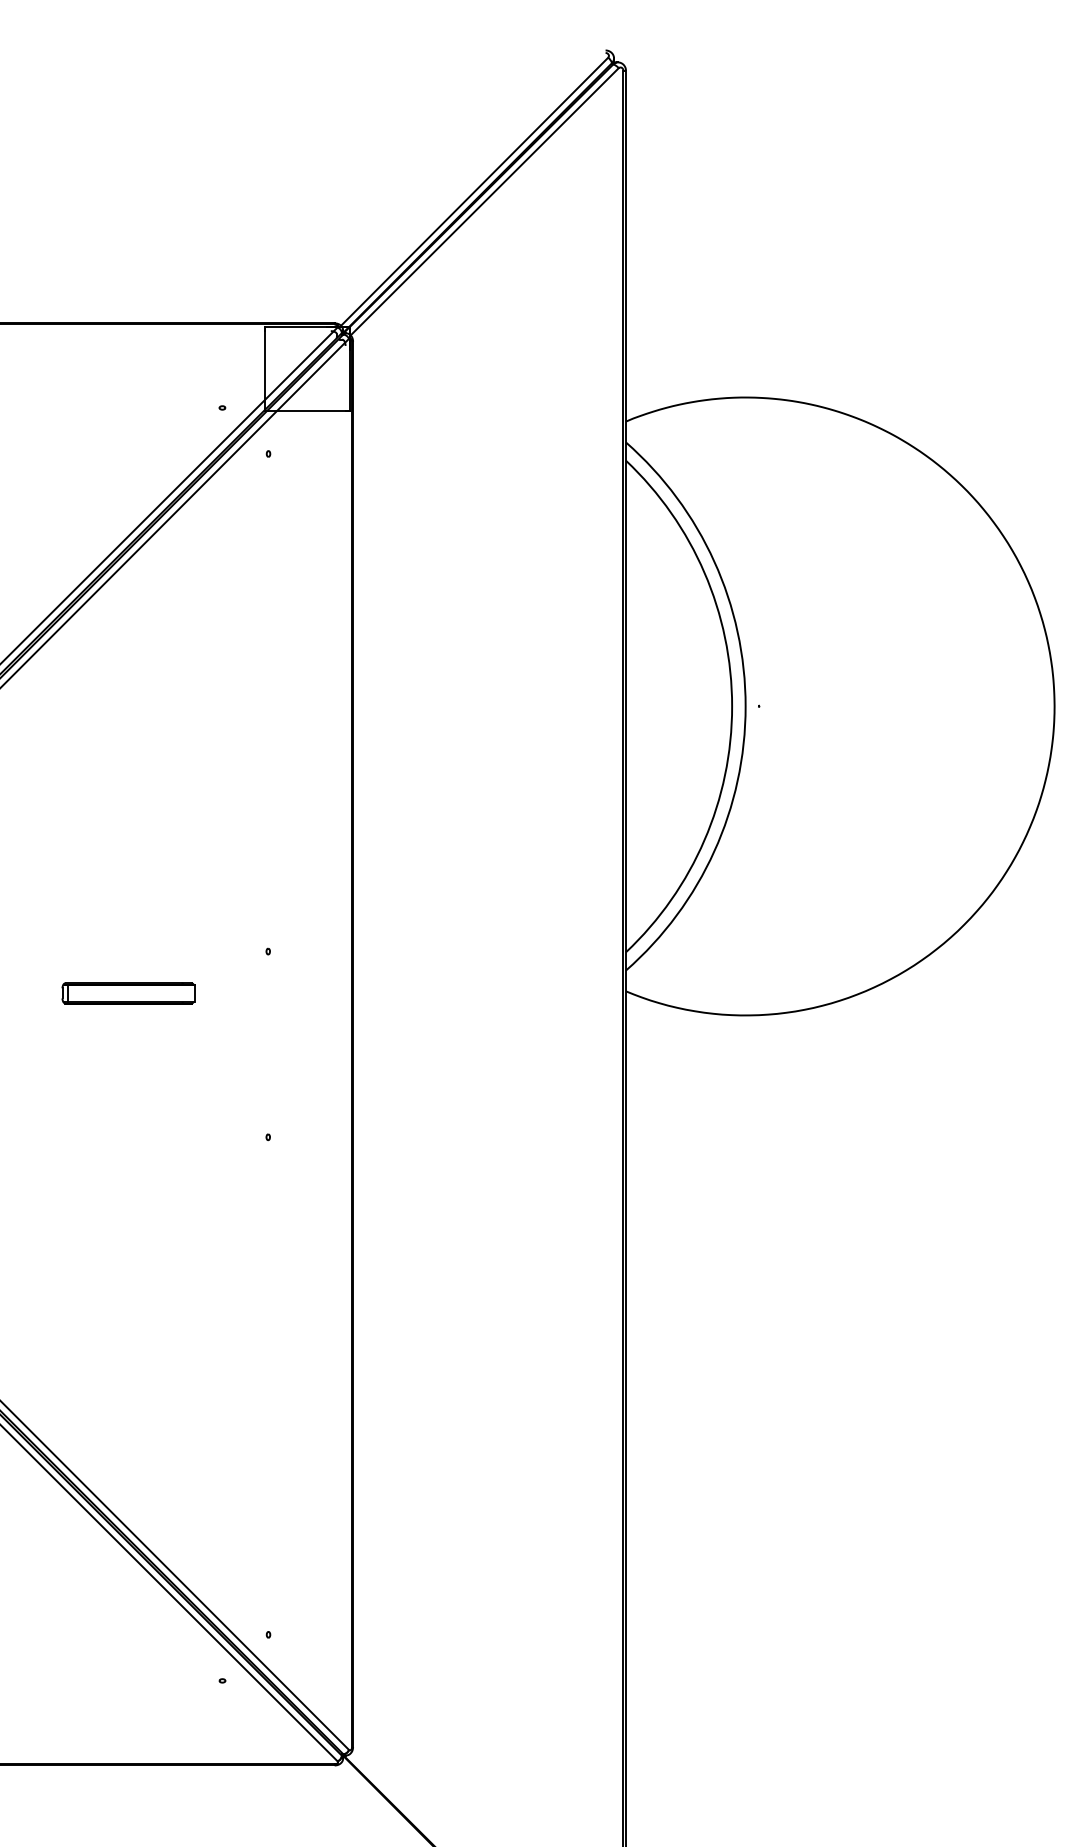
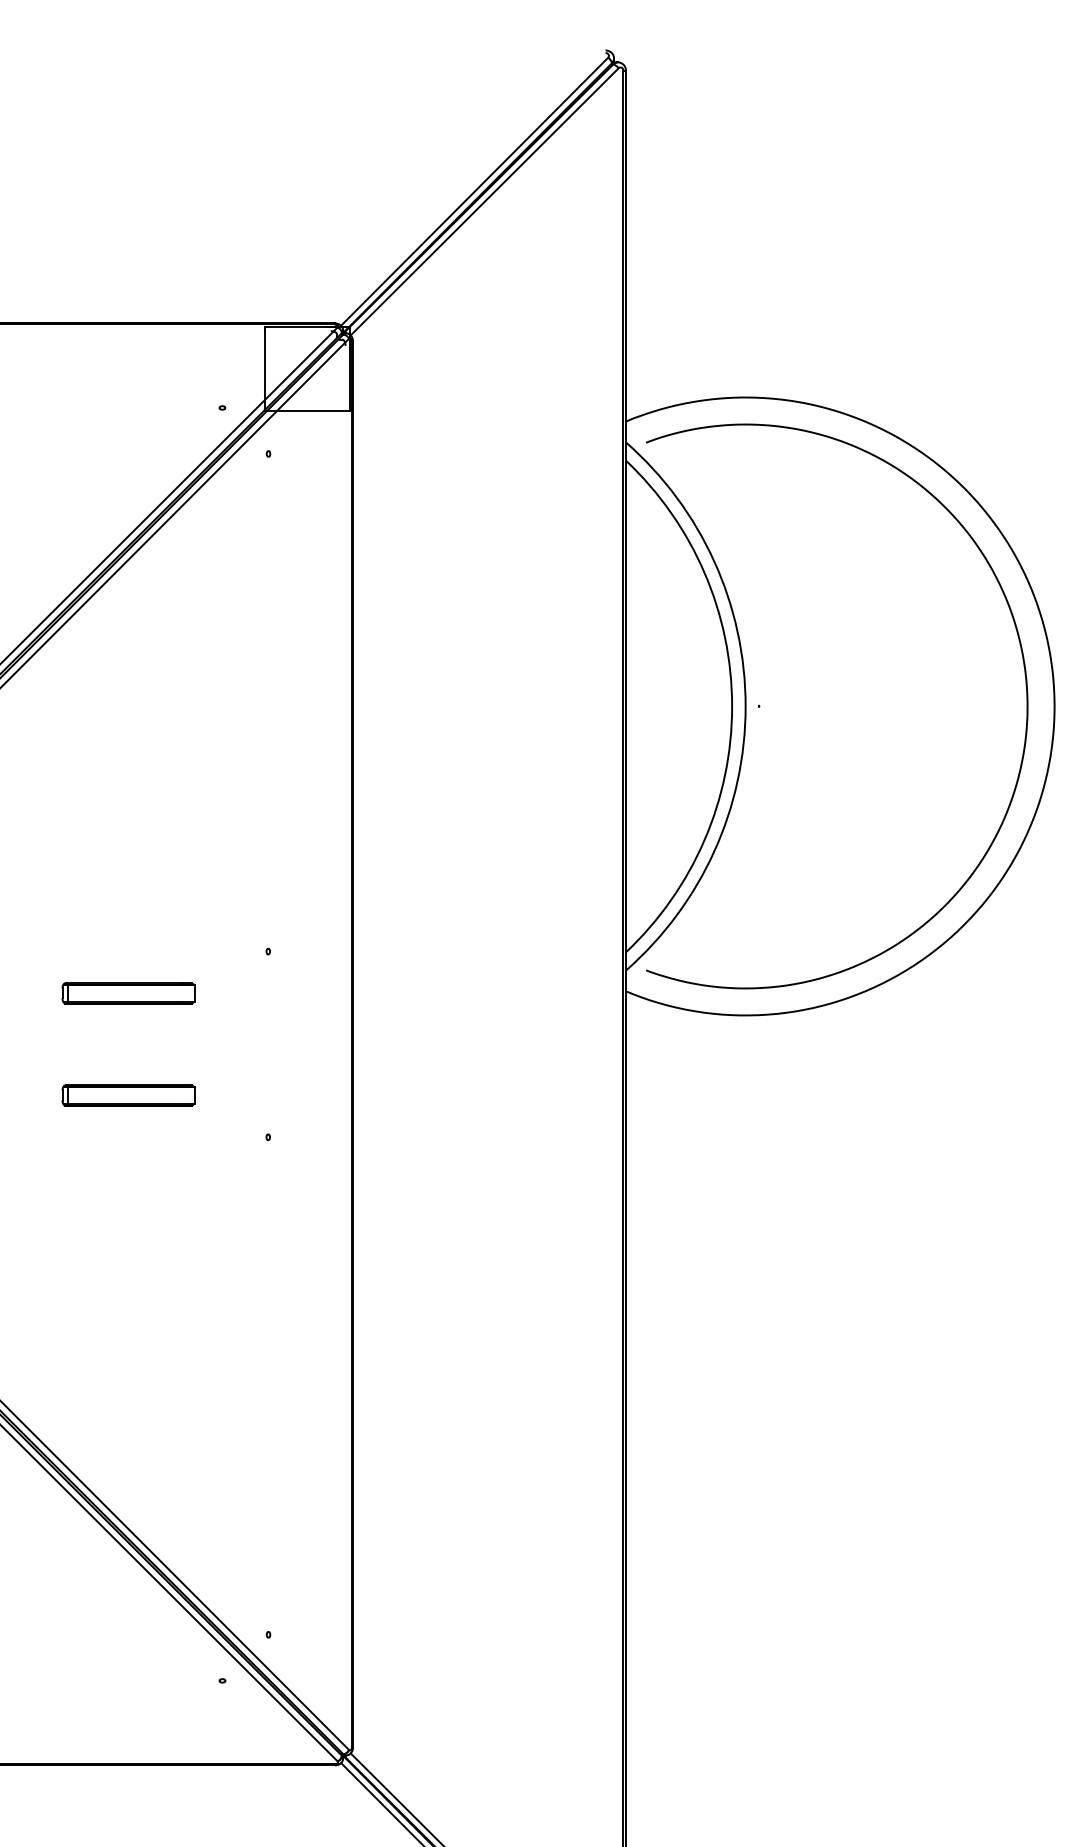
curve at (1026, 706): none -> present
part at (128, 1095): none -> present
line at (395, 1798): none -> present
line at (381, 1803): none -> present
